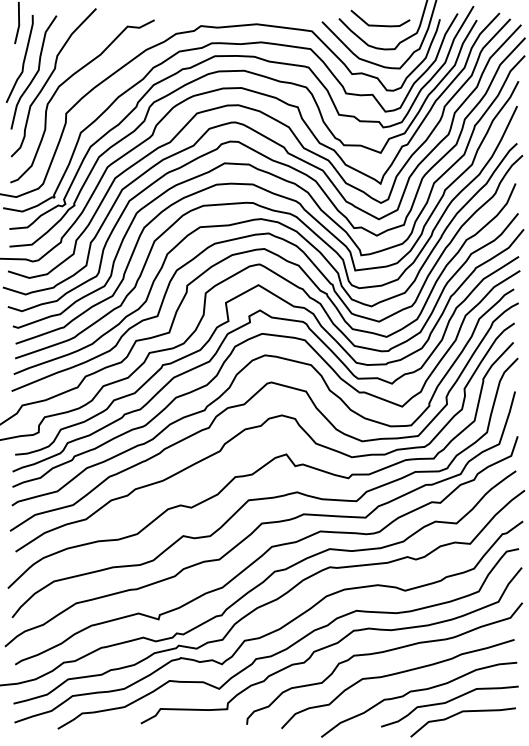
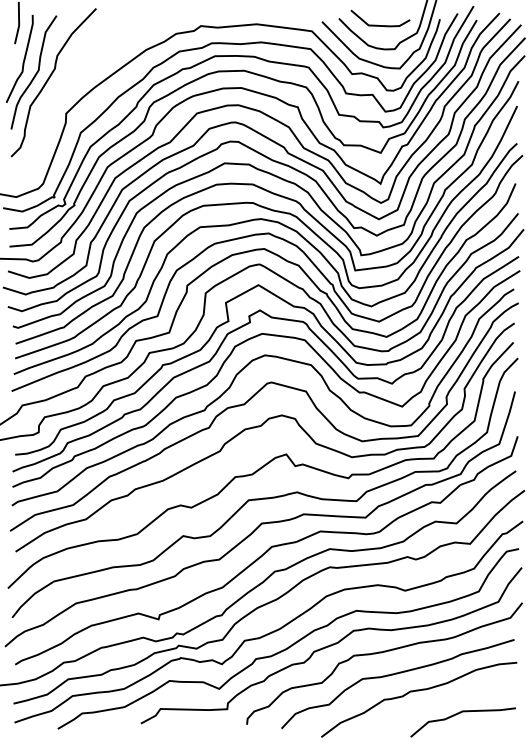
curve at (64, 83): present -> none
curve at (448, 702): present -> none
